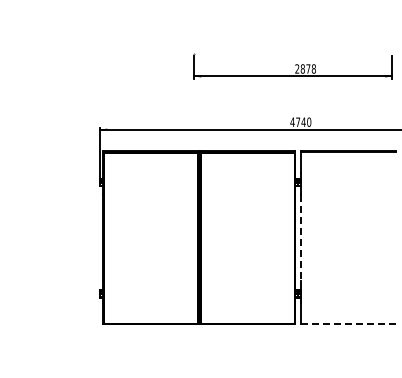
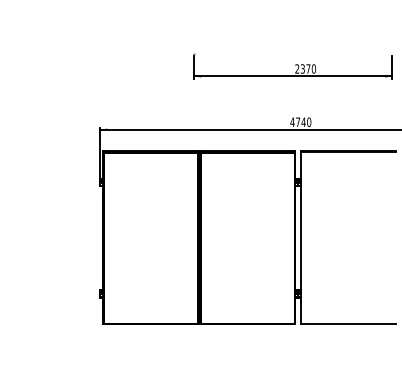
text at (308, 68): 2878 -> 2370
line at (301, 238): dashed -> solid
line at (348, 324): dashed -> solid
